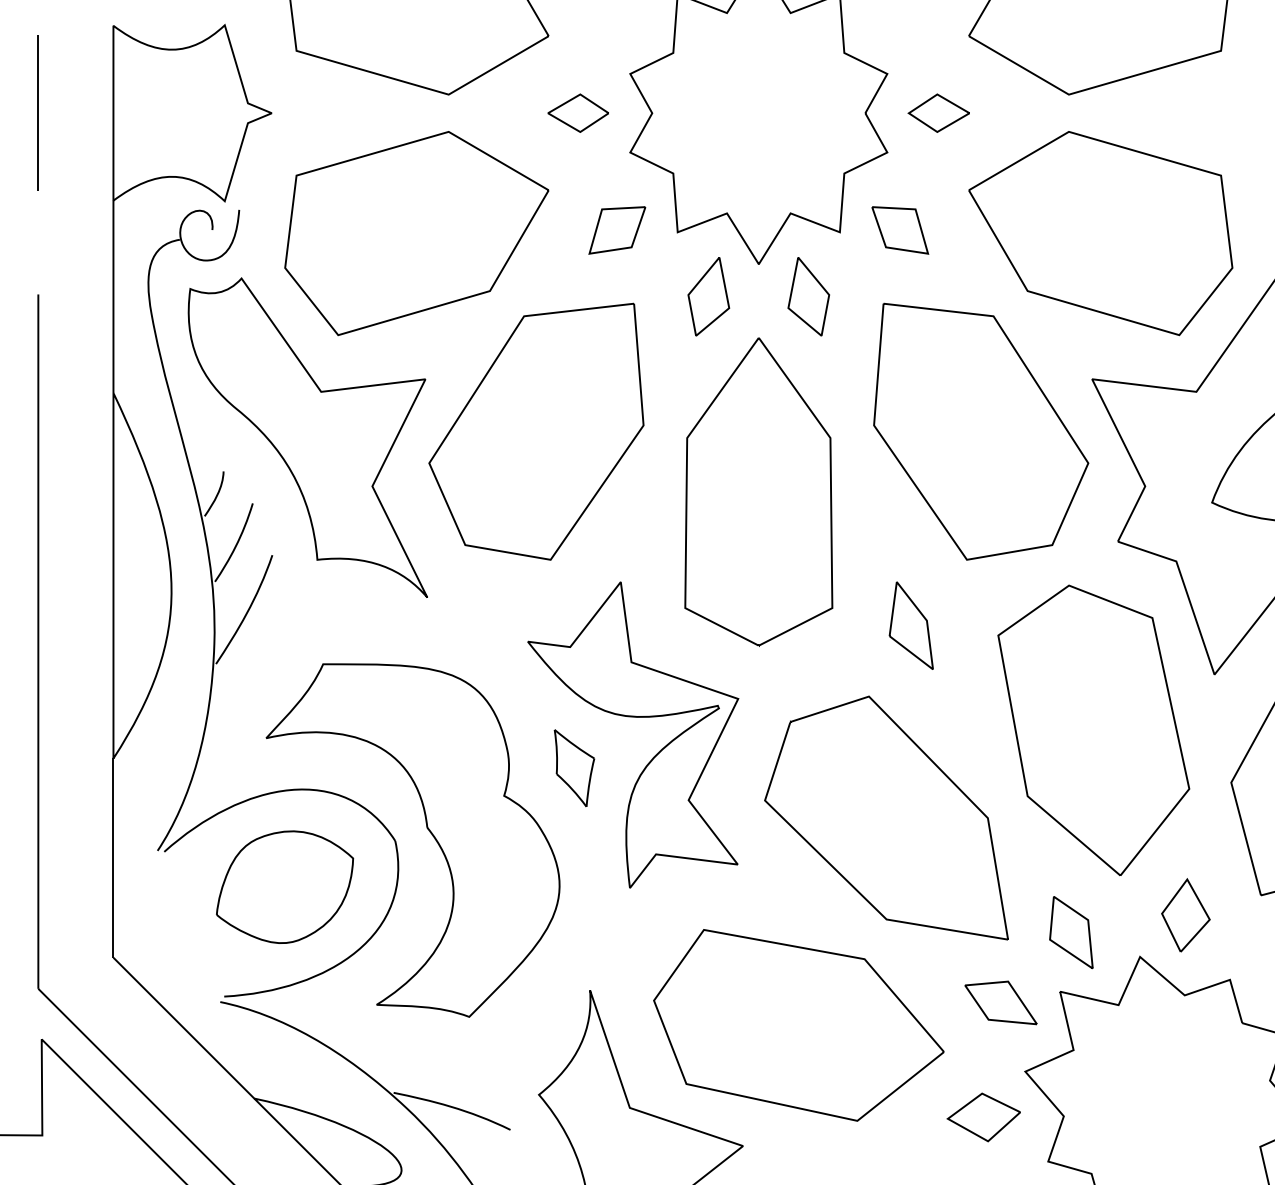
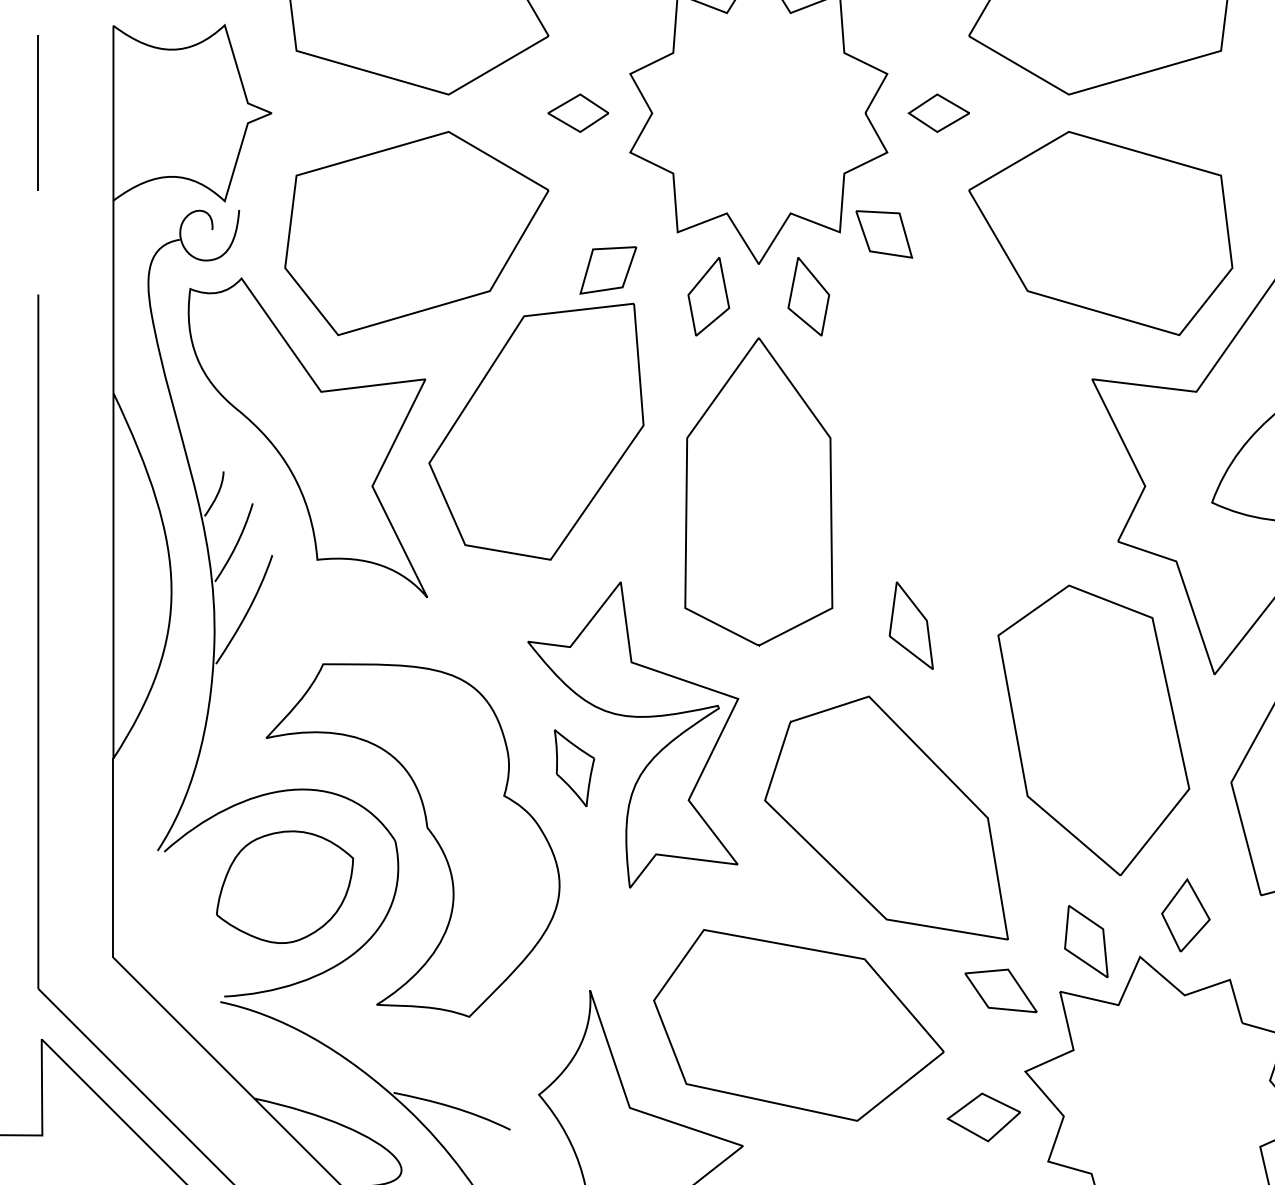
part at (617, 230) position: (617, 230) -> (608, 270)
part at (900, 230) position: (900, 230) -> (884, 234)
part at (981, 431): present -> none
part at (1071, 932) position: (1071, 932) -> (1086, 941)
part at (1000, 1002) position: (1000, 1002) -> (1000, 990)
